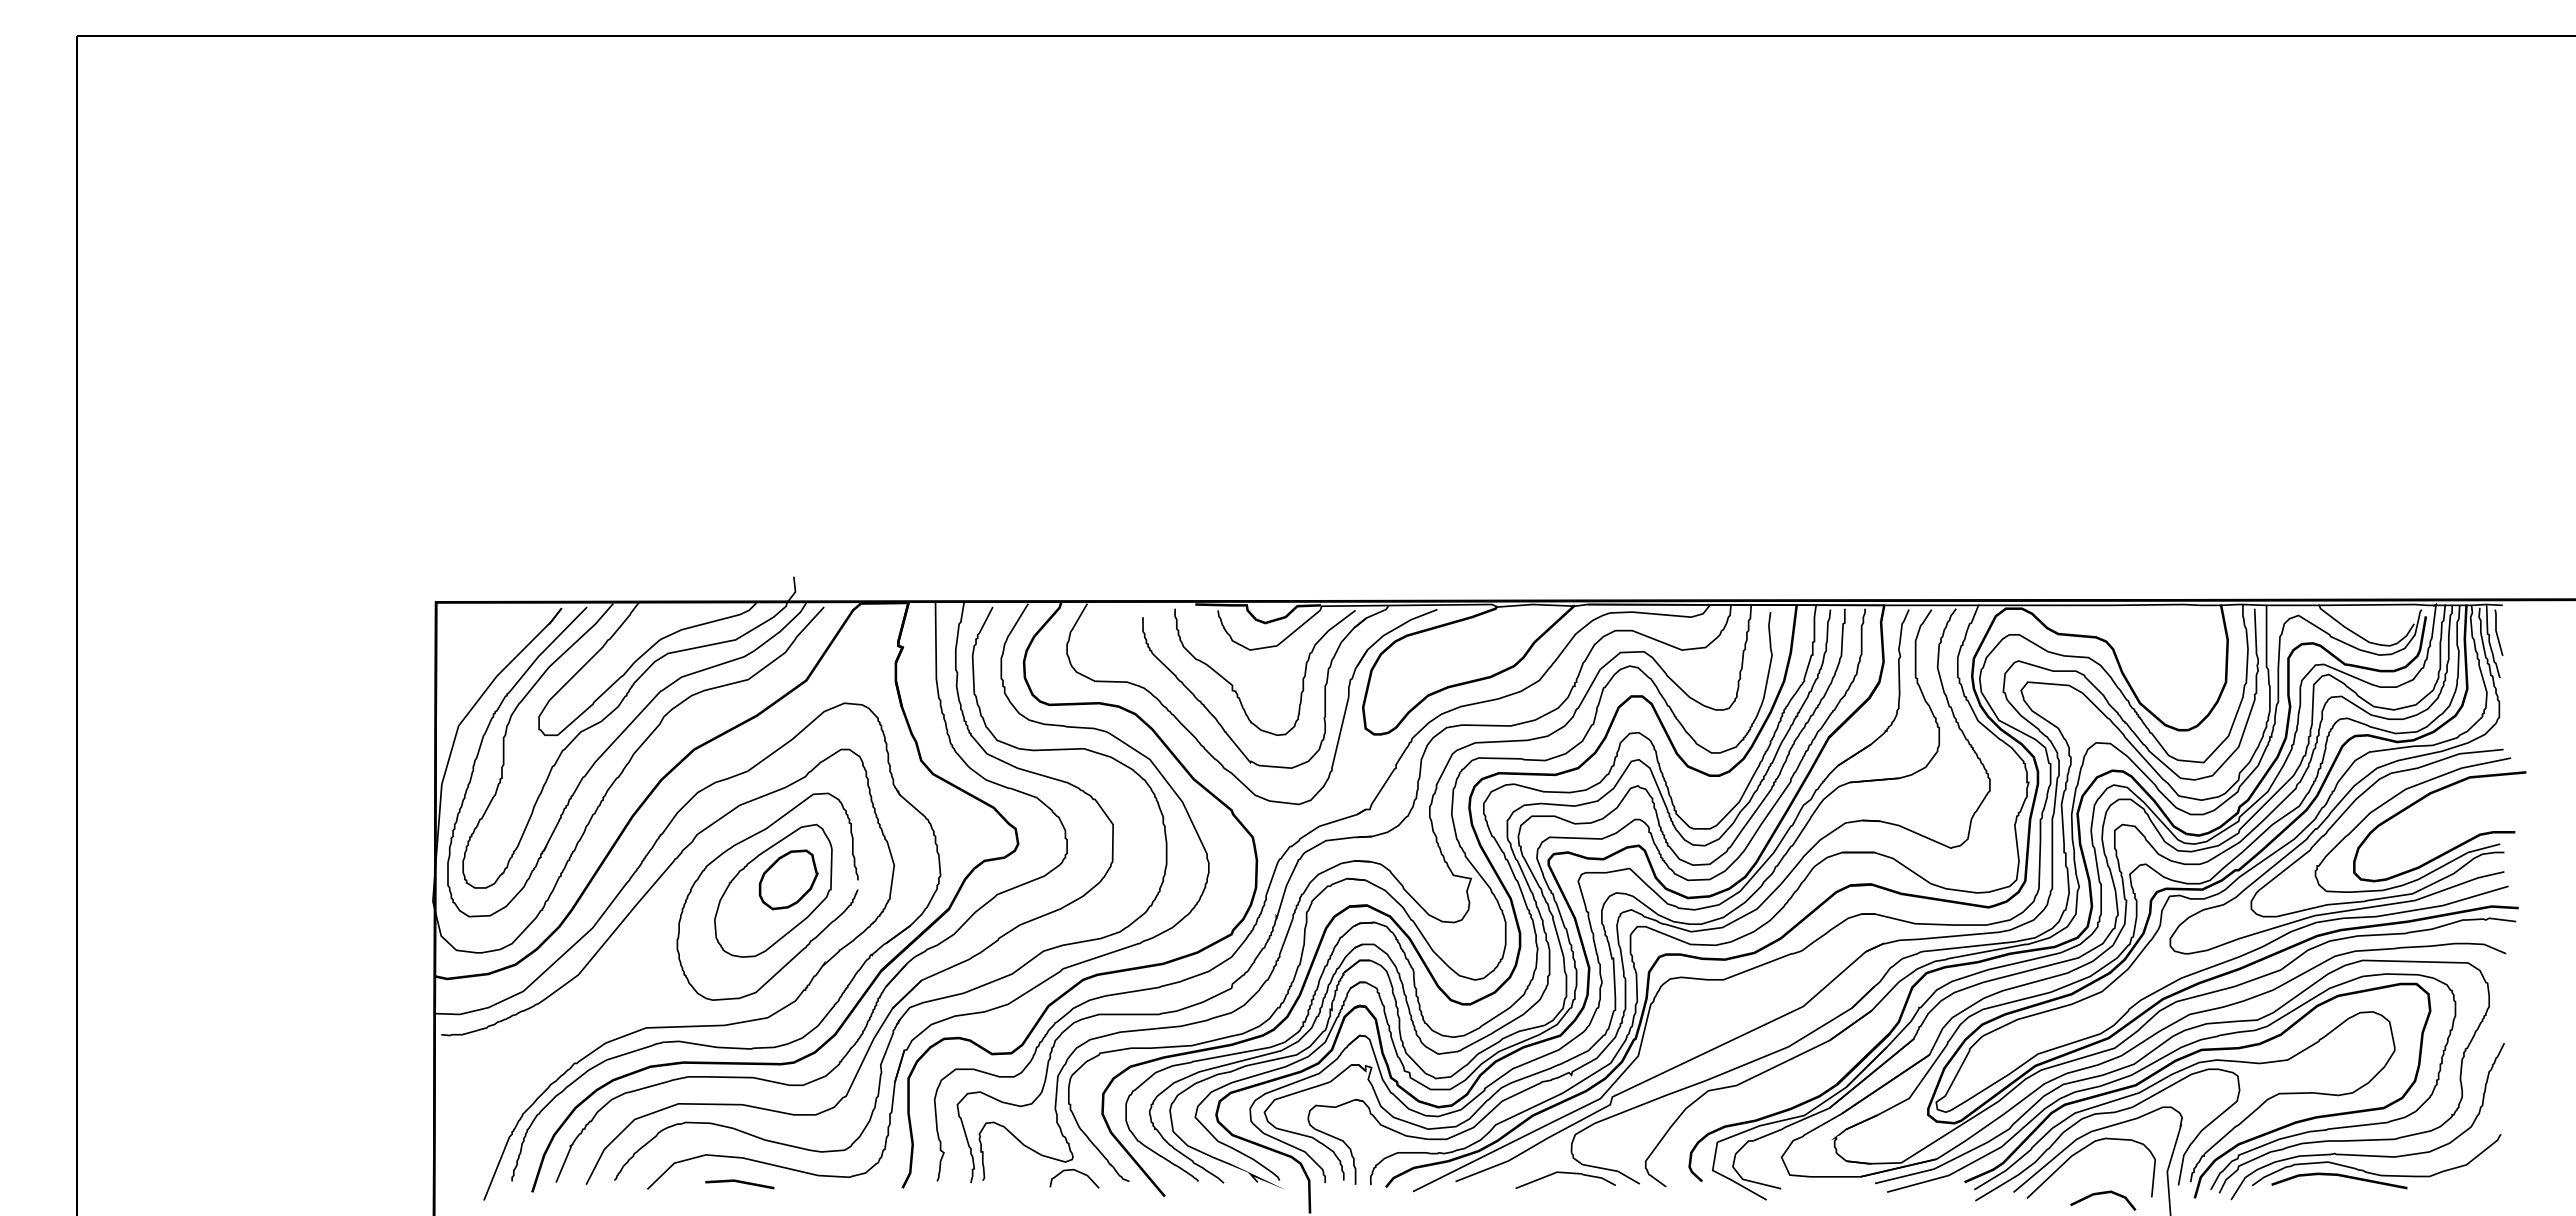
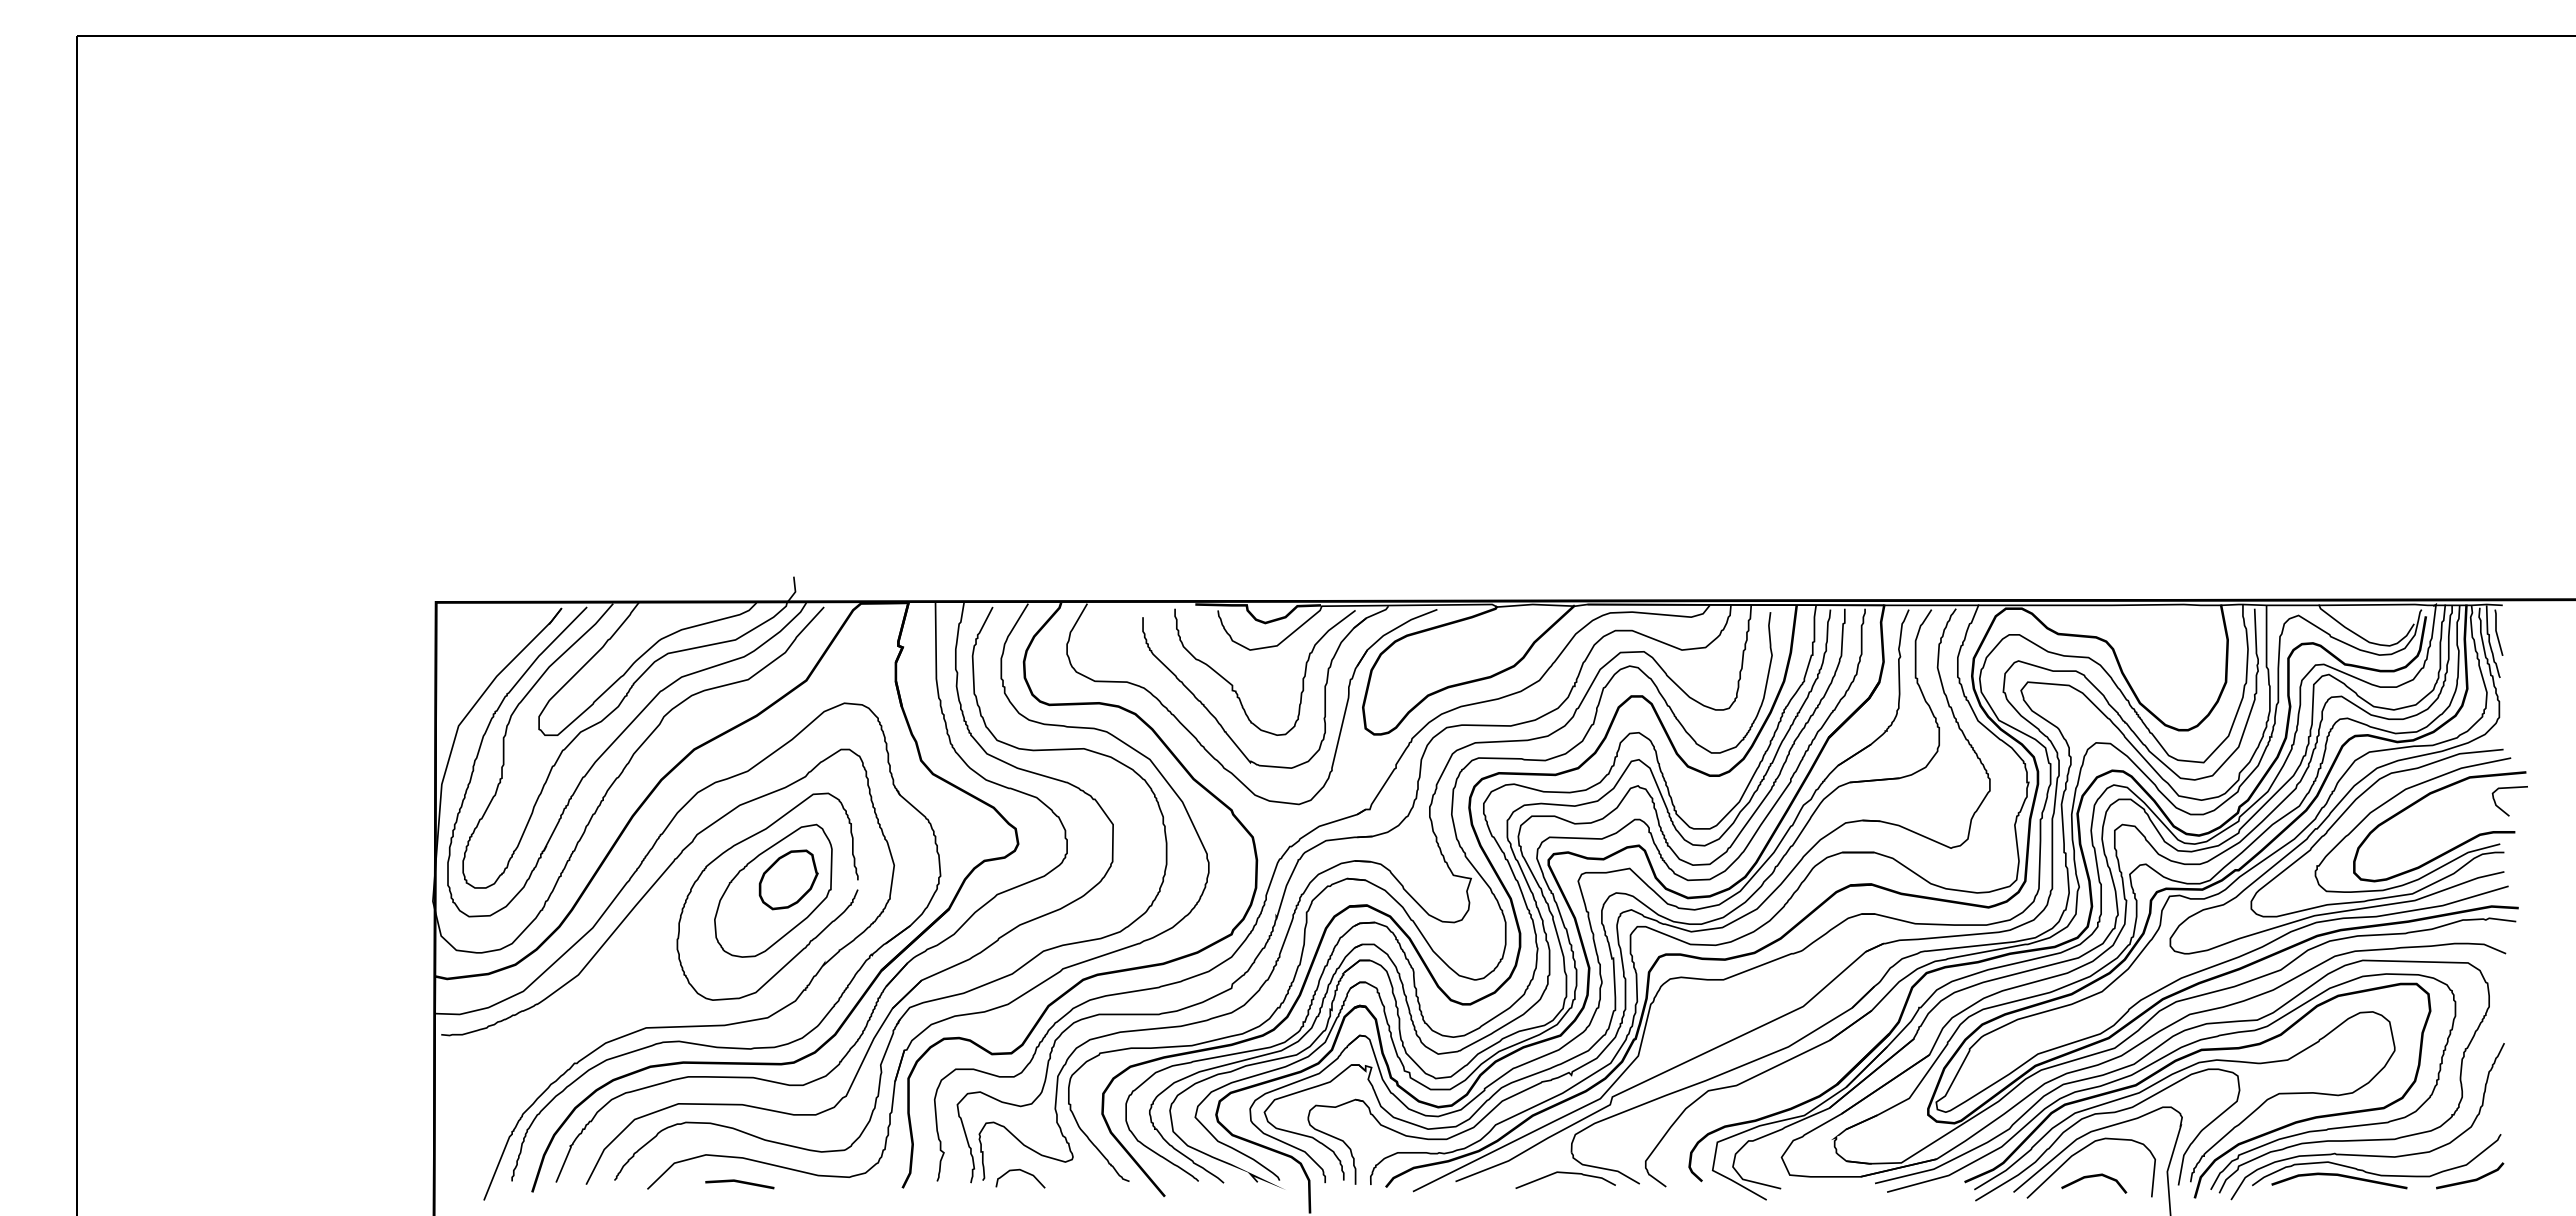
curve at (2501, 808): none -> present
curve at (1077, 1172) position: (1077, 1172) -> (1023, 1172)
line at (2470, 1179): none -> present
line at (2103, 1194) position: (2103, 1194) -> (2094, 1177)
